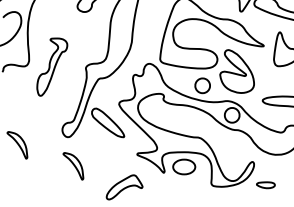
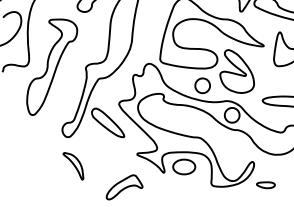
part at (52, 66) size: 33x60 px -> 53x98 px
part at (17, 145): present -> none
